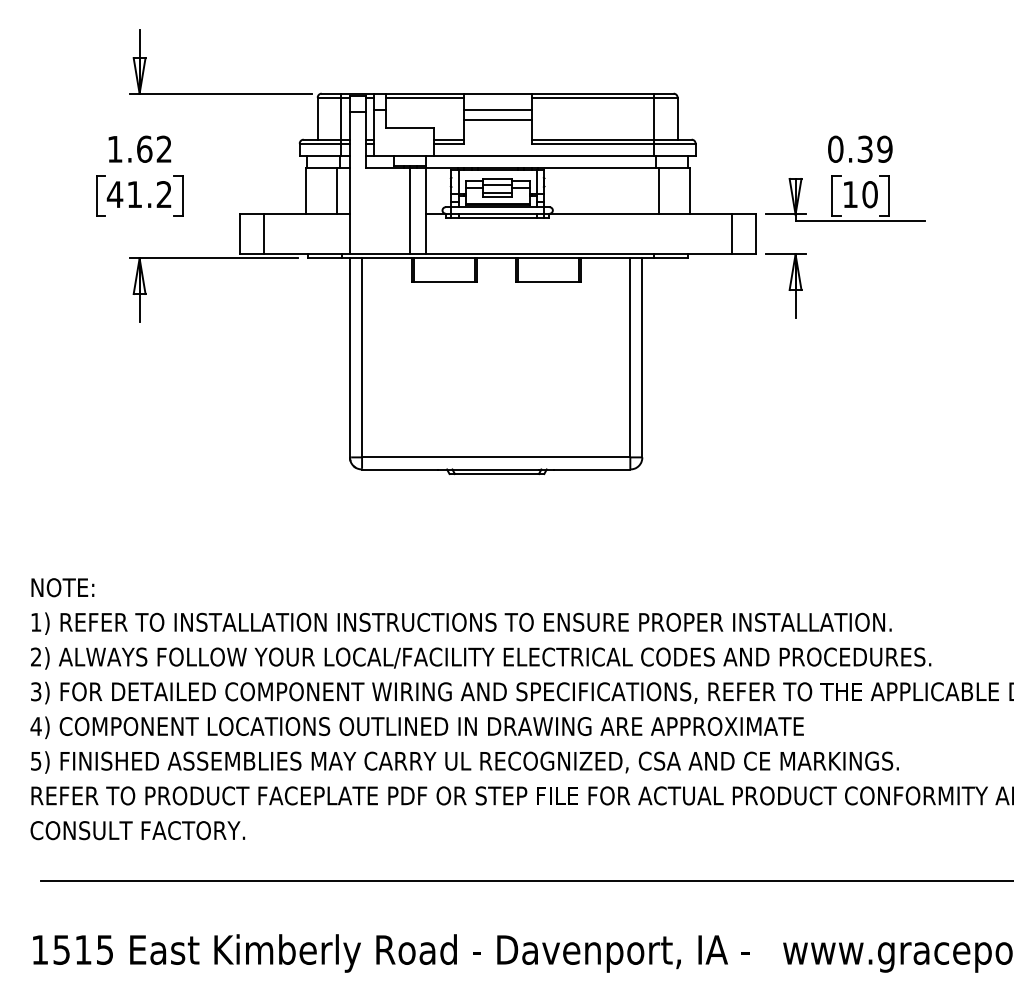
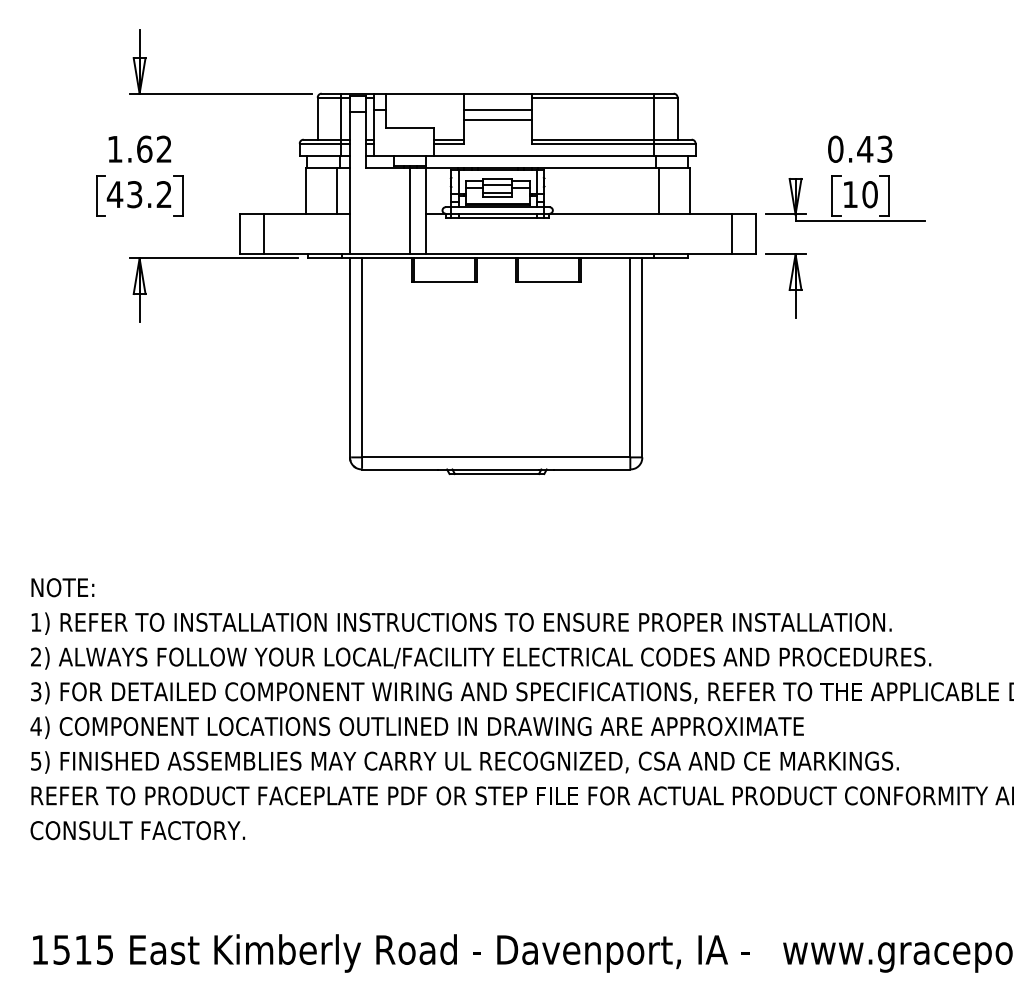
line at (424, 97): present -> none
text at (874, 148): 0.39 -> 0.43
text at (134, 194): 41.2 -> 43.2
line at (525, 881): present -> none
